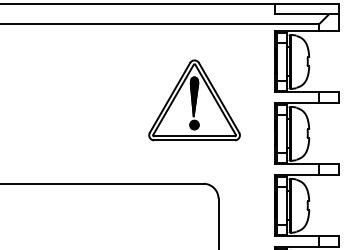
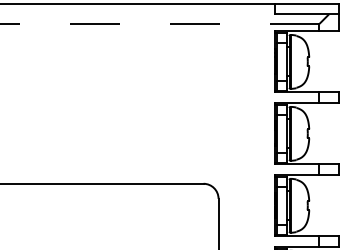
line at (159, 23): solid -> dashed
part at (194, 100): present -> none
